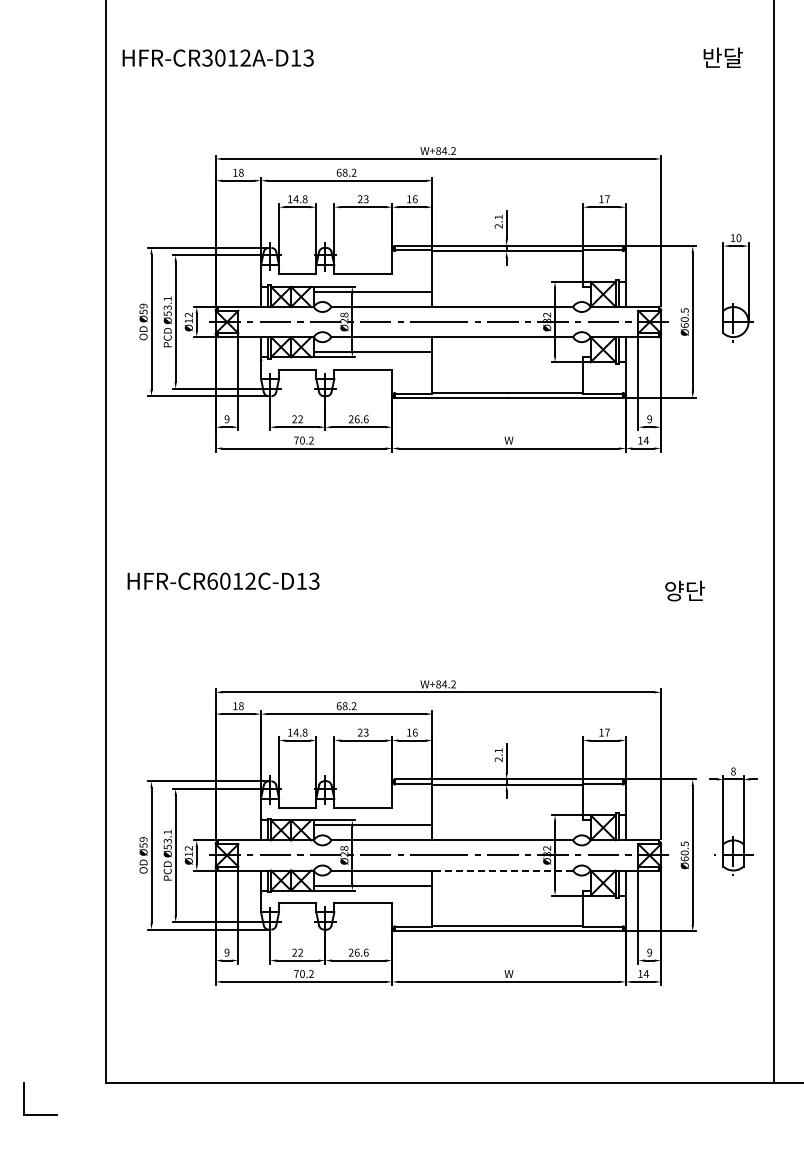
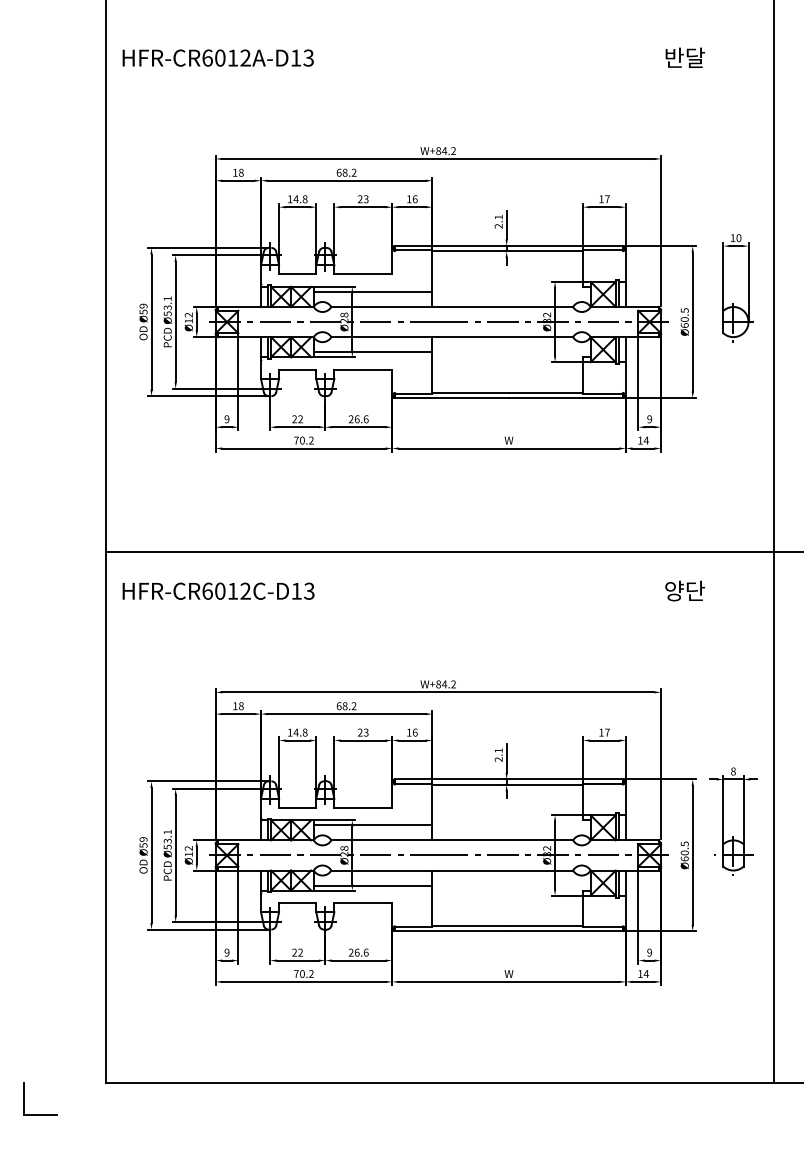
text at (207, 57): HFR-CR3012A-D13 -> HFR-CR6012A-D13
text at (722, 57) position: (722, 57) -> (684, 57)
line at (452, 552): none -> present
text at (223, 580) position: (223, 580) -> (218, 590)
line at (505, 870): dashed -> solid
